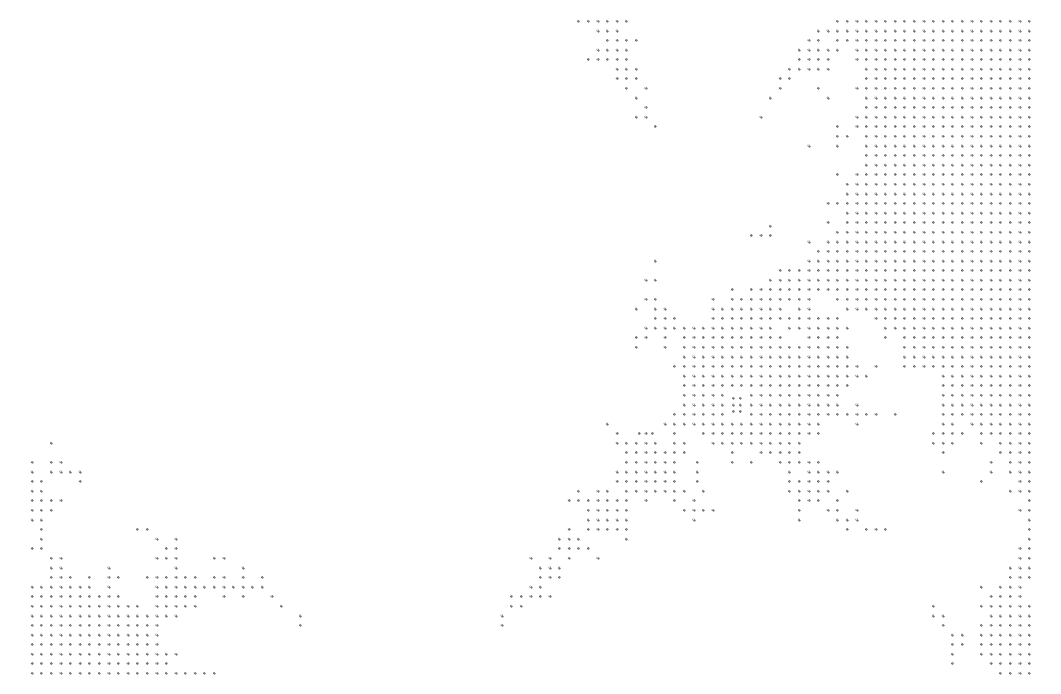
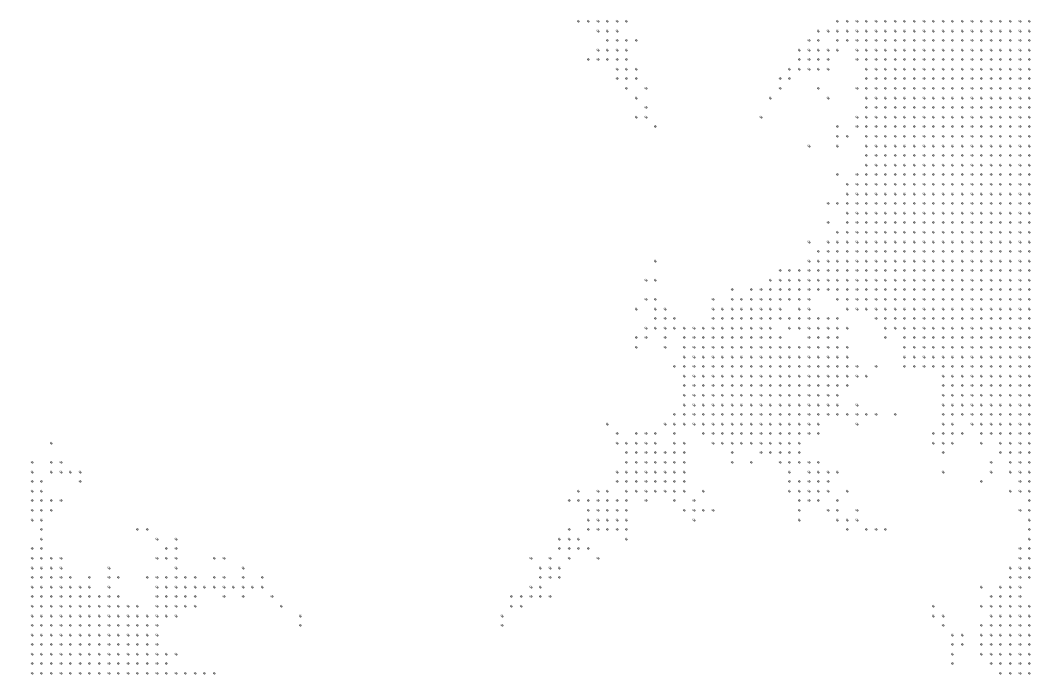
part at (760, 230): present -> none
part at (736, 404) size: 10x16 px -> 12x22 px
part at (645, 433) size: 16x3 px -> 22x3 px
part at (697, 471) position: (697, 471) -> (684, 471)
part at (36, 567): none -> present
